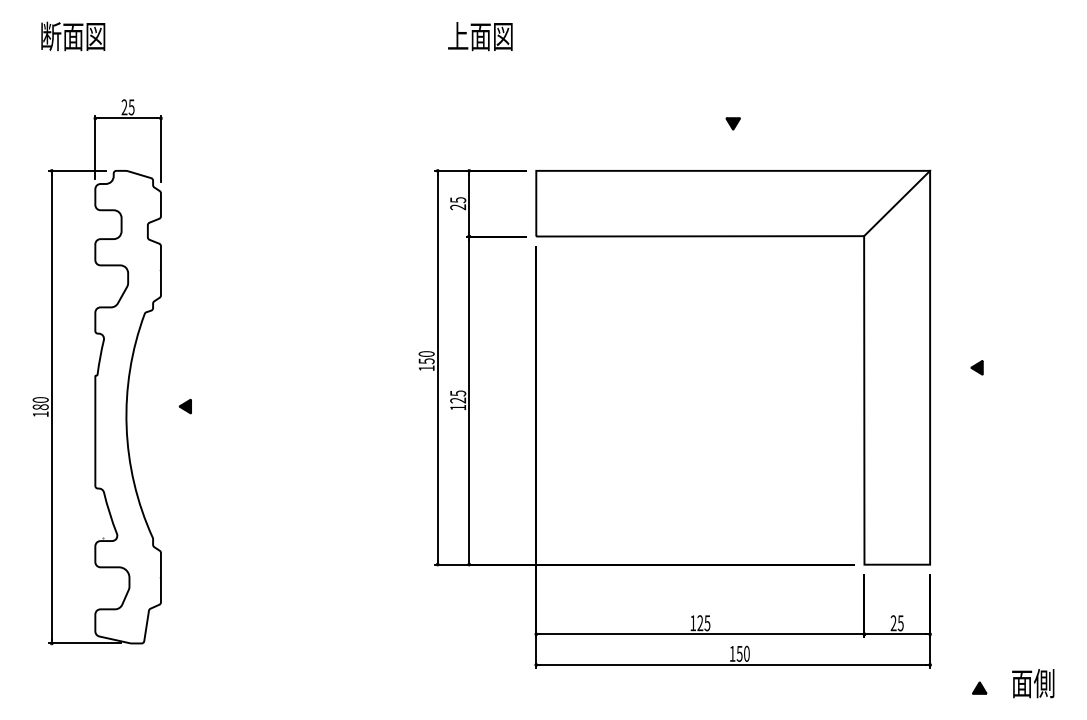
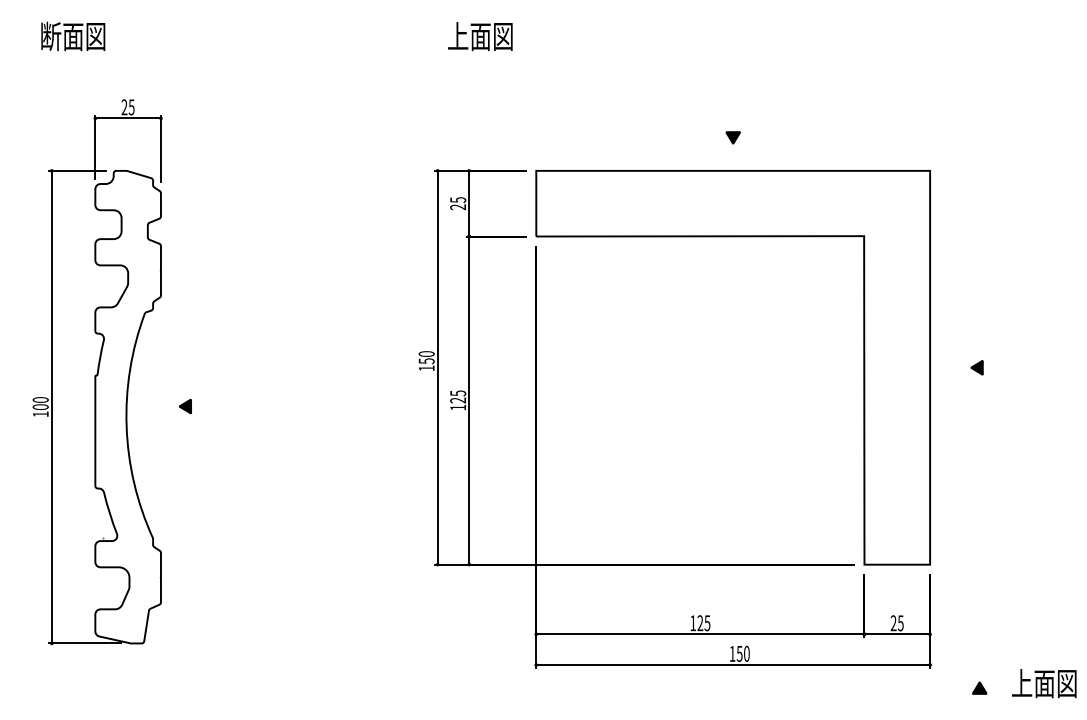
part at (732, 123) position: (732, 123) -> (732, 137)
line at (897, 203): present -> none
text at (40, 407): 180 -> 100
text at (1044, 683): 面側 -> 上面図
